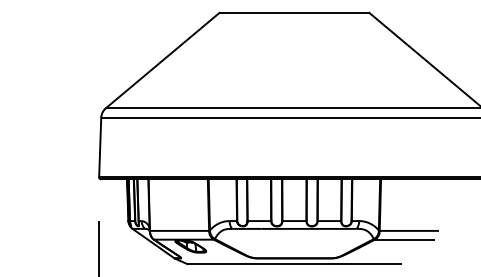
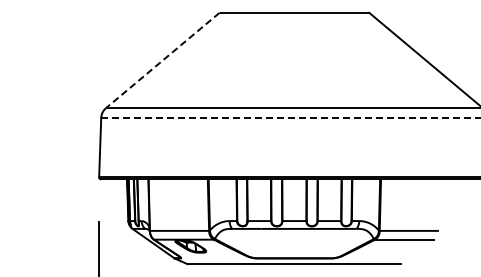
line at (162, 60): solid -> dashed
line at (290, 117): solid -> dashed
